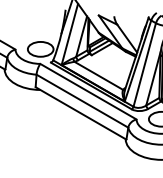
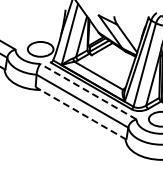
line at (88, 91): solid -> dashed
line at (80, 113): solid -> dashed
